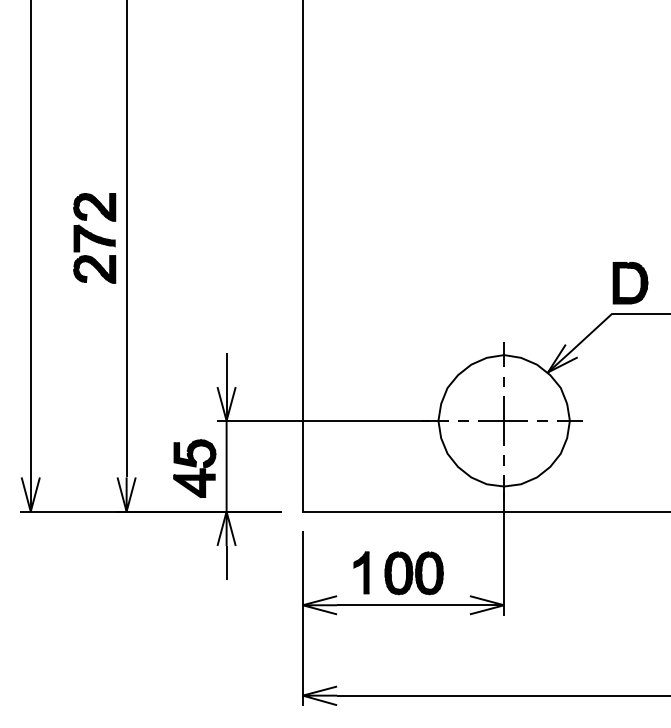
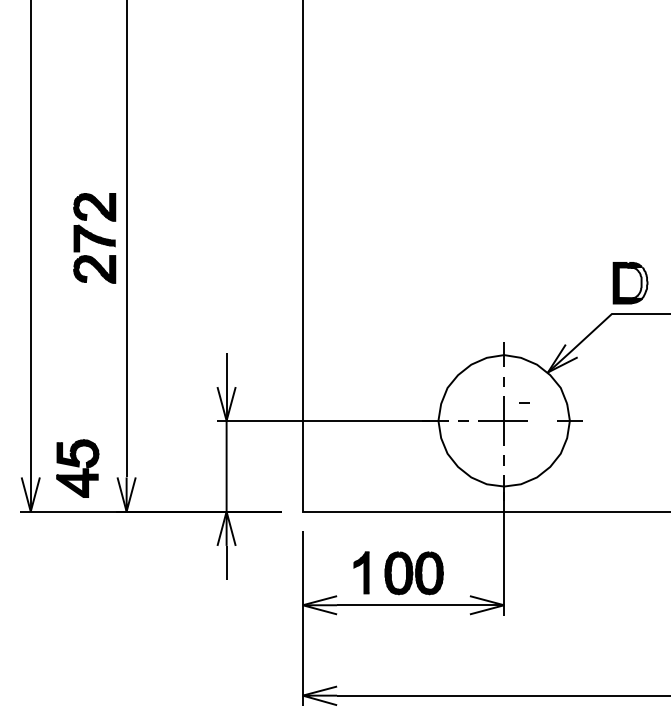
fill at (632, 282): present -> none
line at (542, 420) position: (542, 420) -> (524, 402)
part at (194, 468) position: (194, 468) -> (77, 468)
